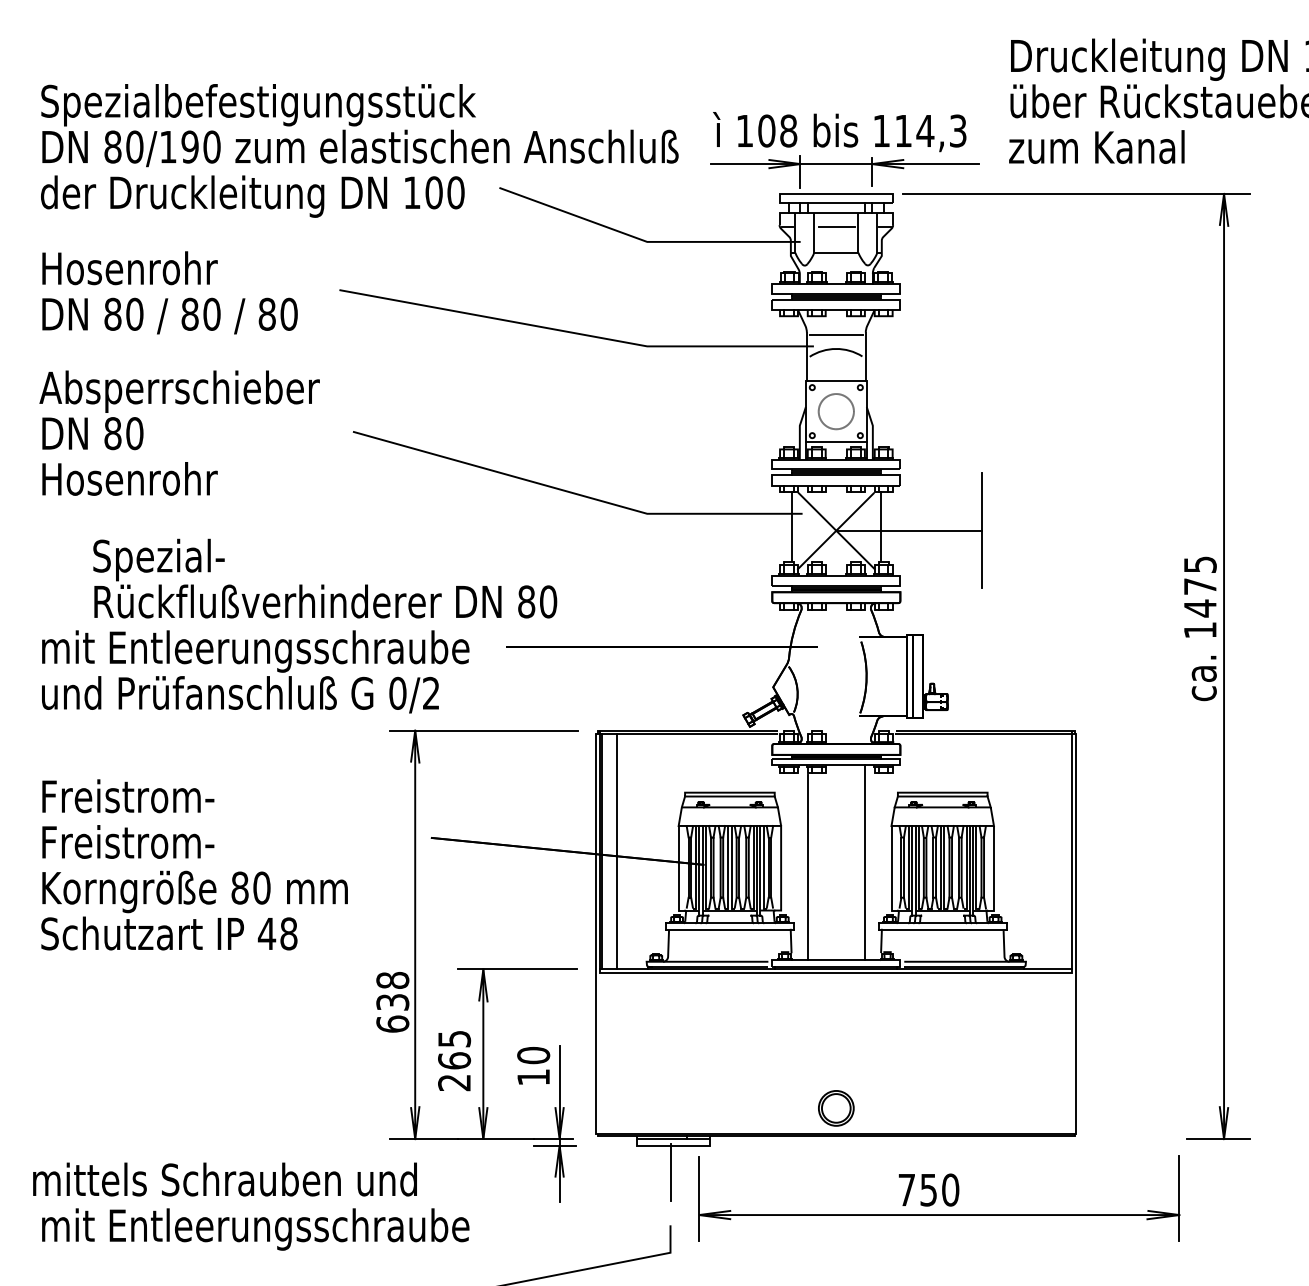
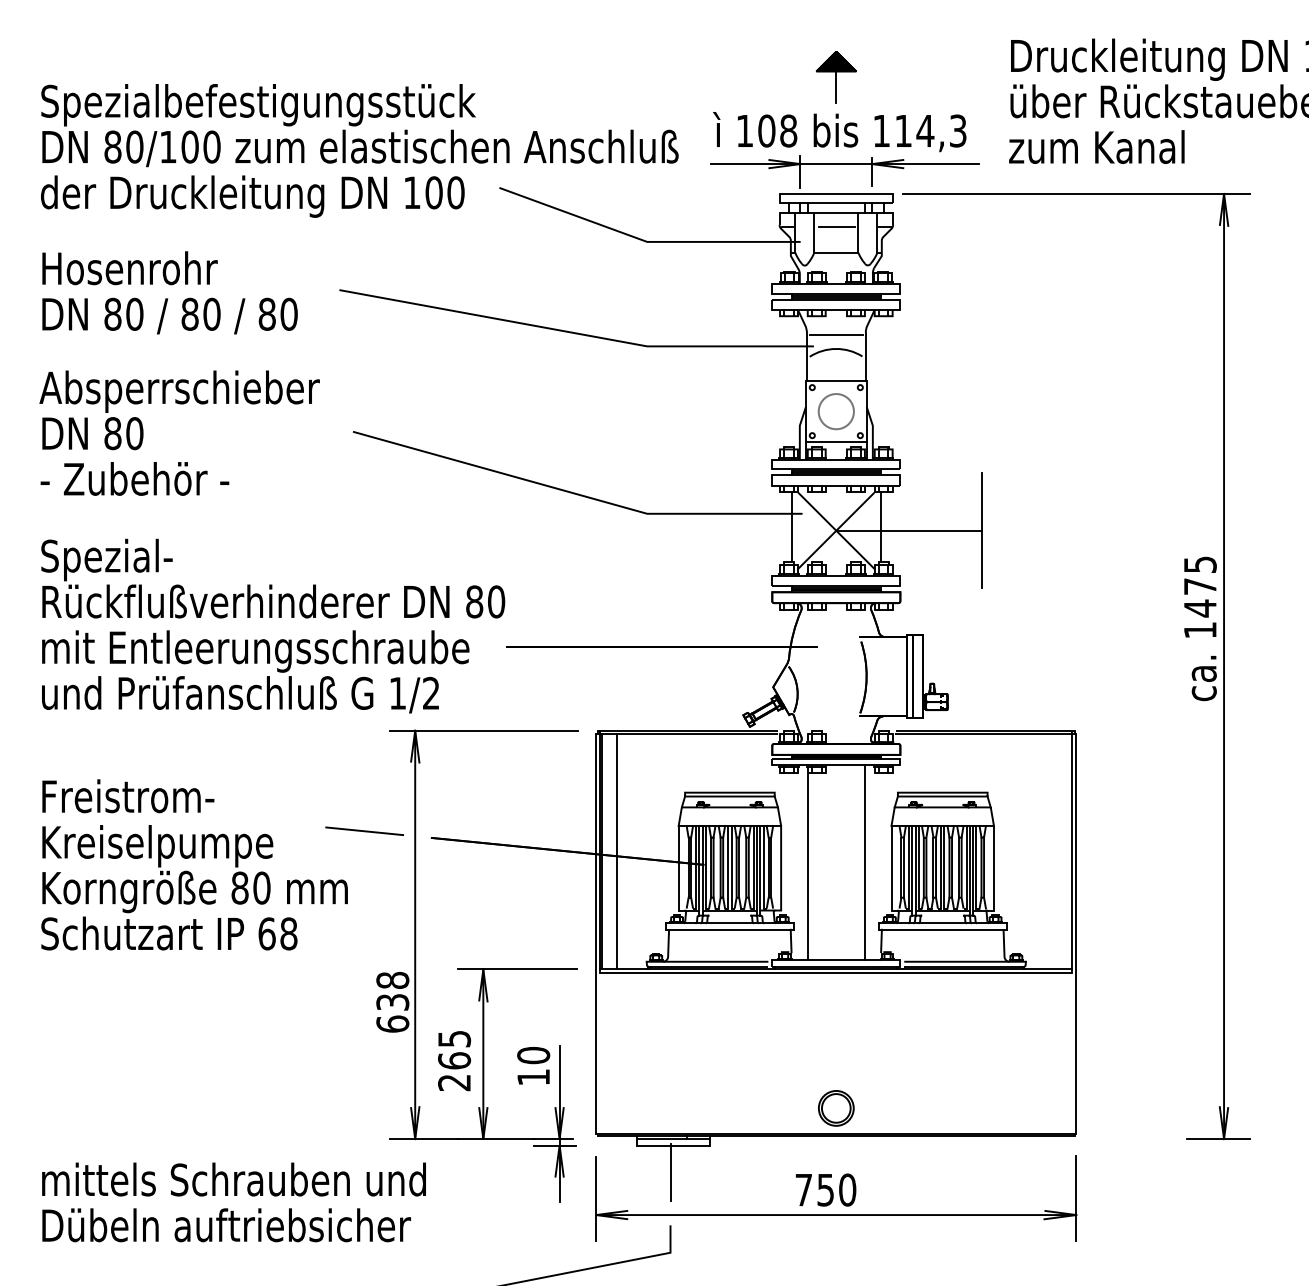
part at (836, 77): none -> present
text at (189, 146): 80/190 -> 80/100
text at (134, 478): Hosenrohr -> - Zubehör -
text at (325, 578) position: (325, 578) -> (273, 578)
text at (397, 692): 0/2 -> 1/2
line at (364, 831): none -> present
text at (159, 846): Freistrom- -> Kreiselpumpe
text at (266, 933): 48 -> 68
text at (224, 1179) position: (224, 1179) -> (233, 1179)
part at (939, 1198) position: (939, 1198) -> (836, 1198)
text at (255, 1229): mit Entleerungsschraube -> Dübeln auftriebsicher
